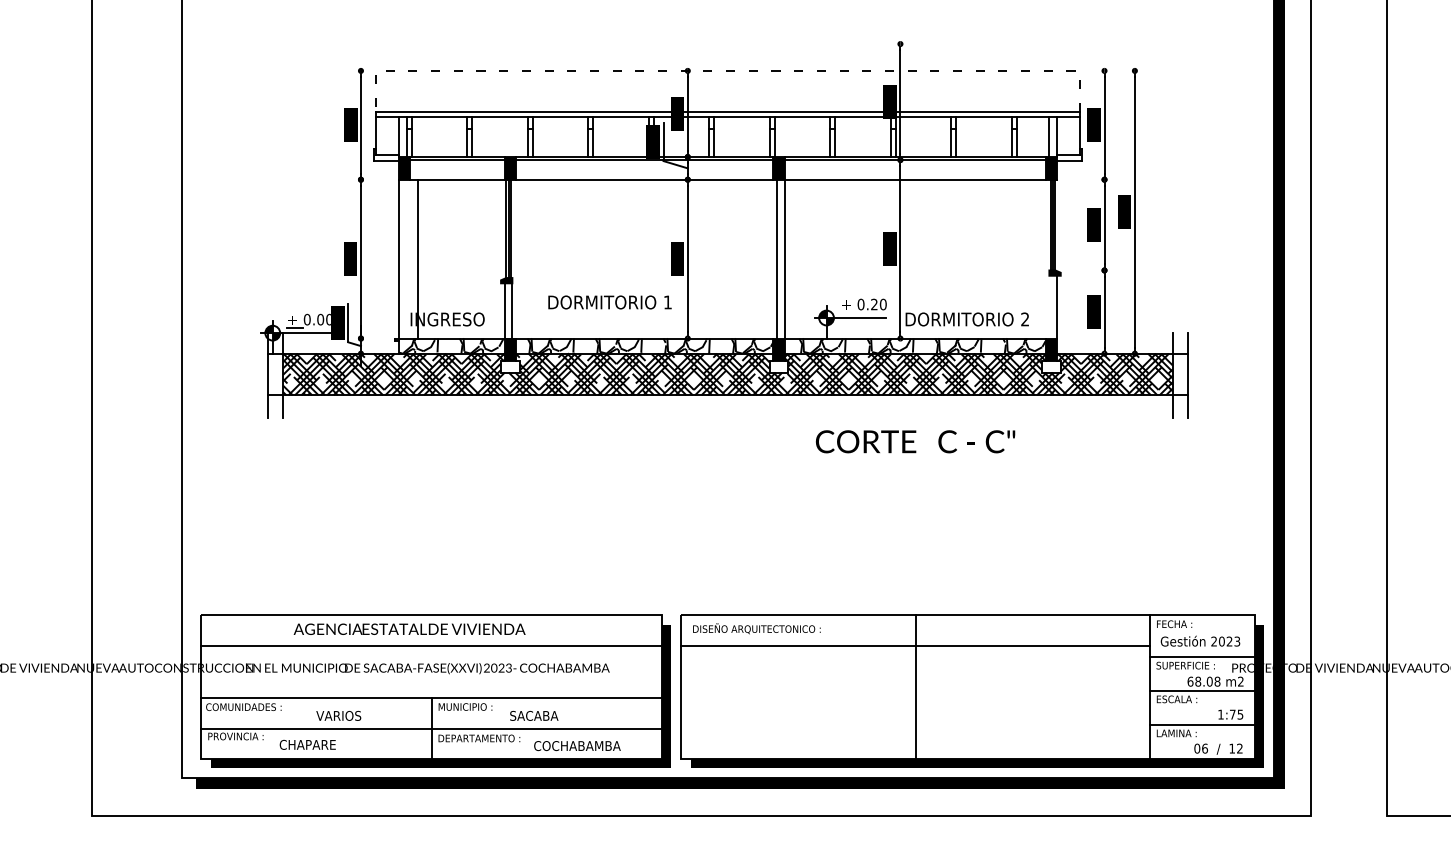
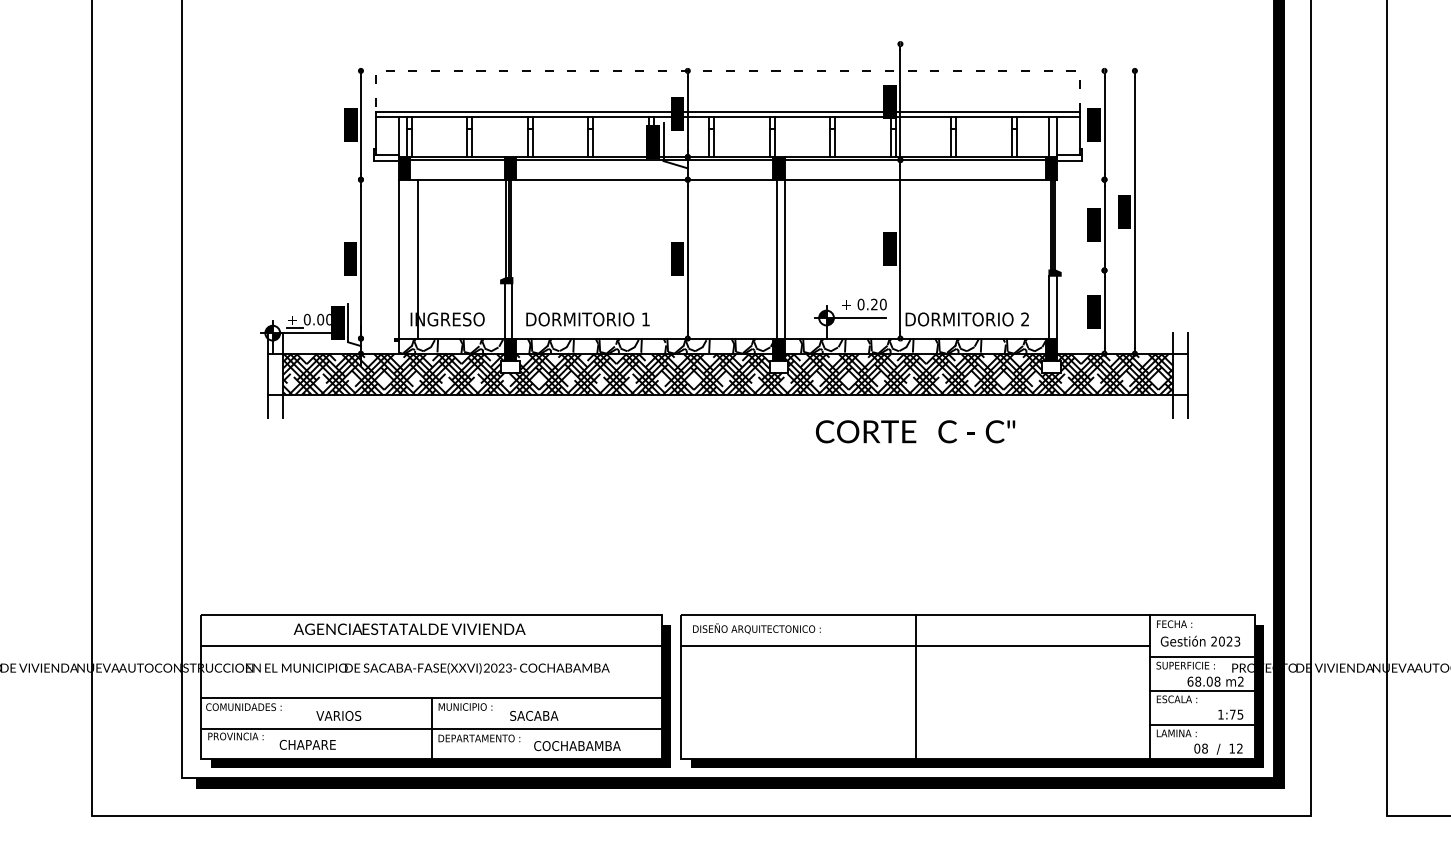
text at (609, 302) position: (609, 302) -> (587, 319)
line at (1049, 306): none -> present
text at (915, 441) position: (915, 441) -> (915, 431)
text at (1204, 748): 06 -> 08
